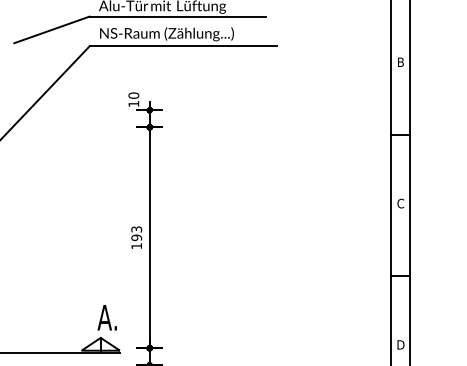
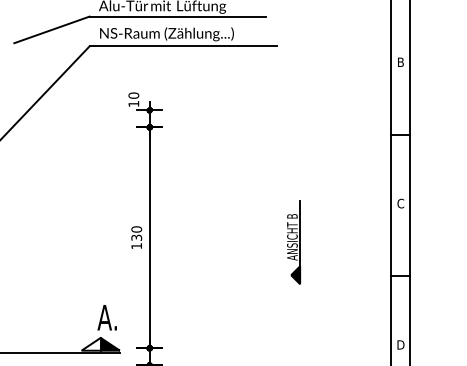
text at (136, 233): 193 -> 130
part at (294, 242): none -> present
fill at (109, 343): none -> present
